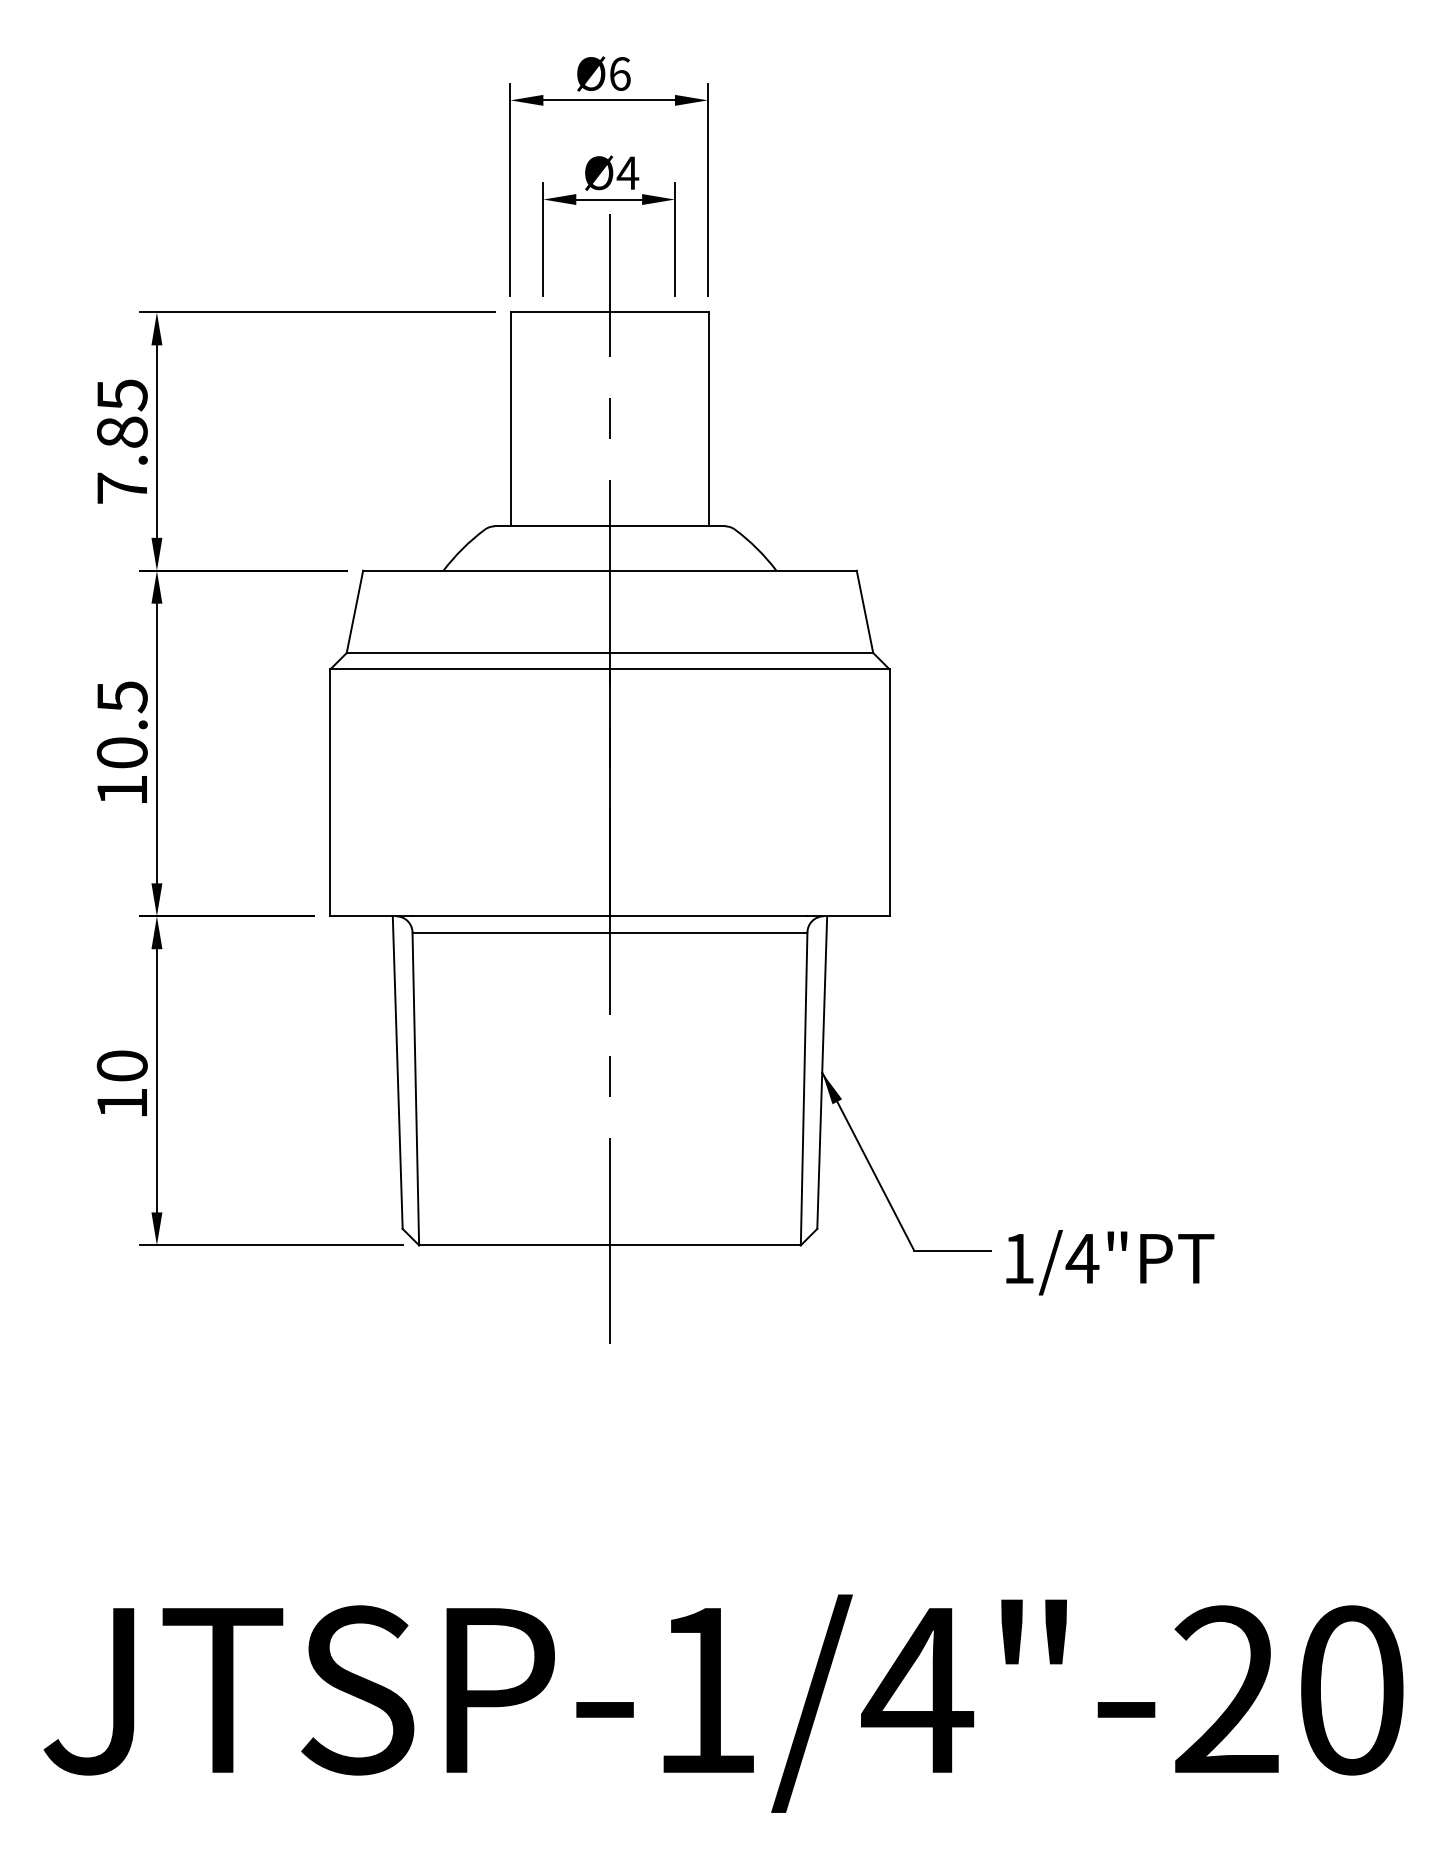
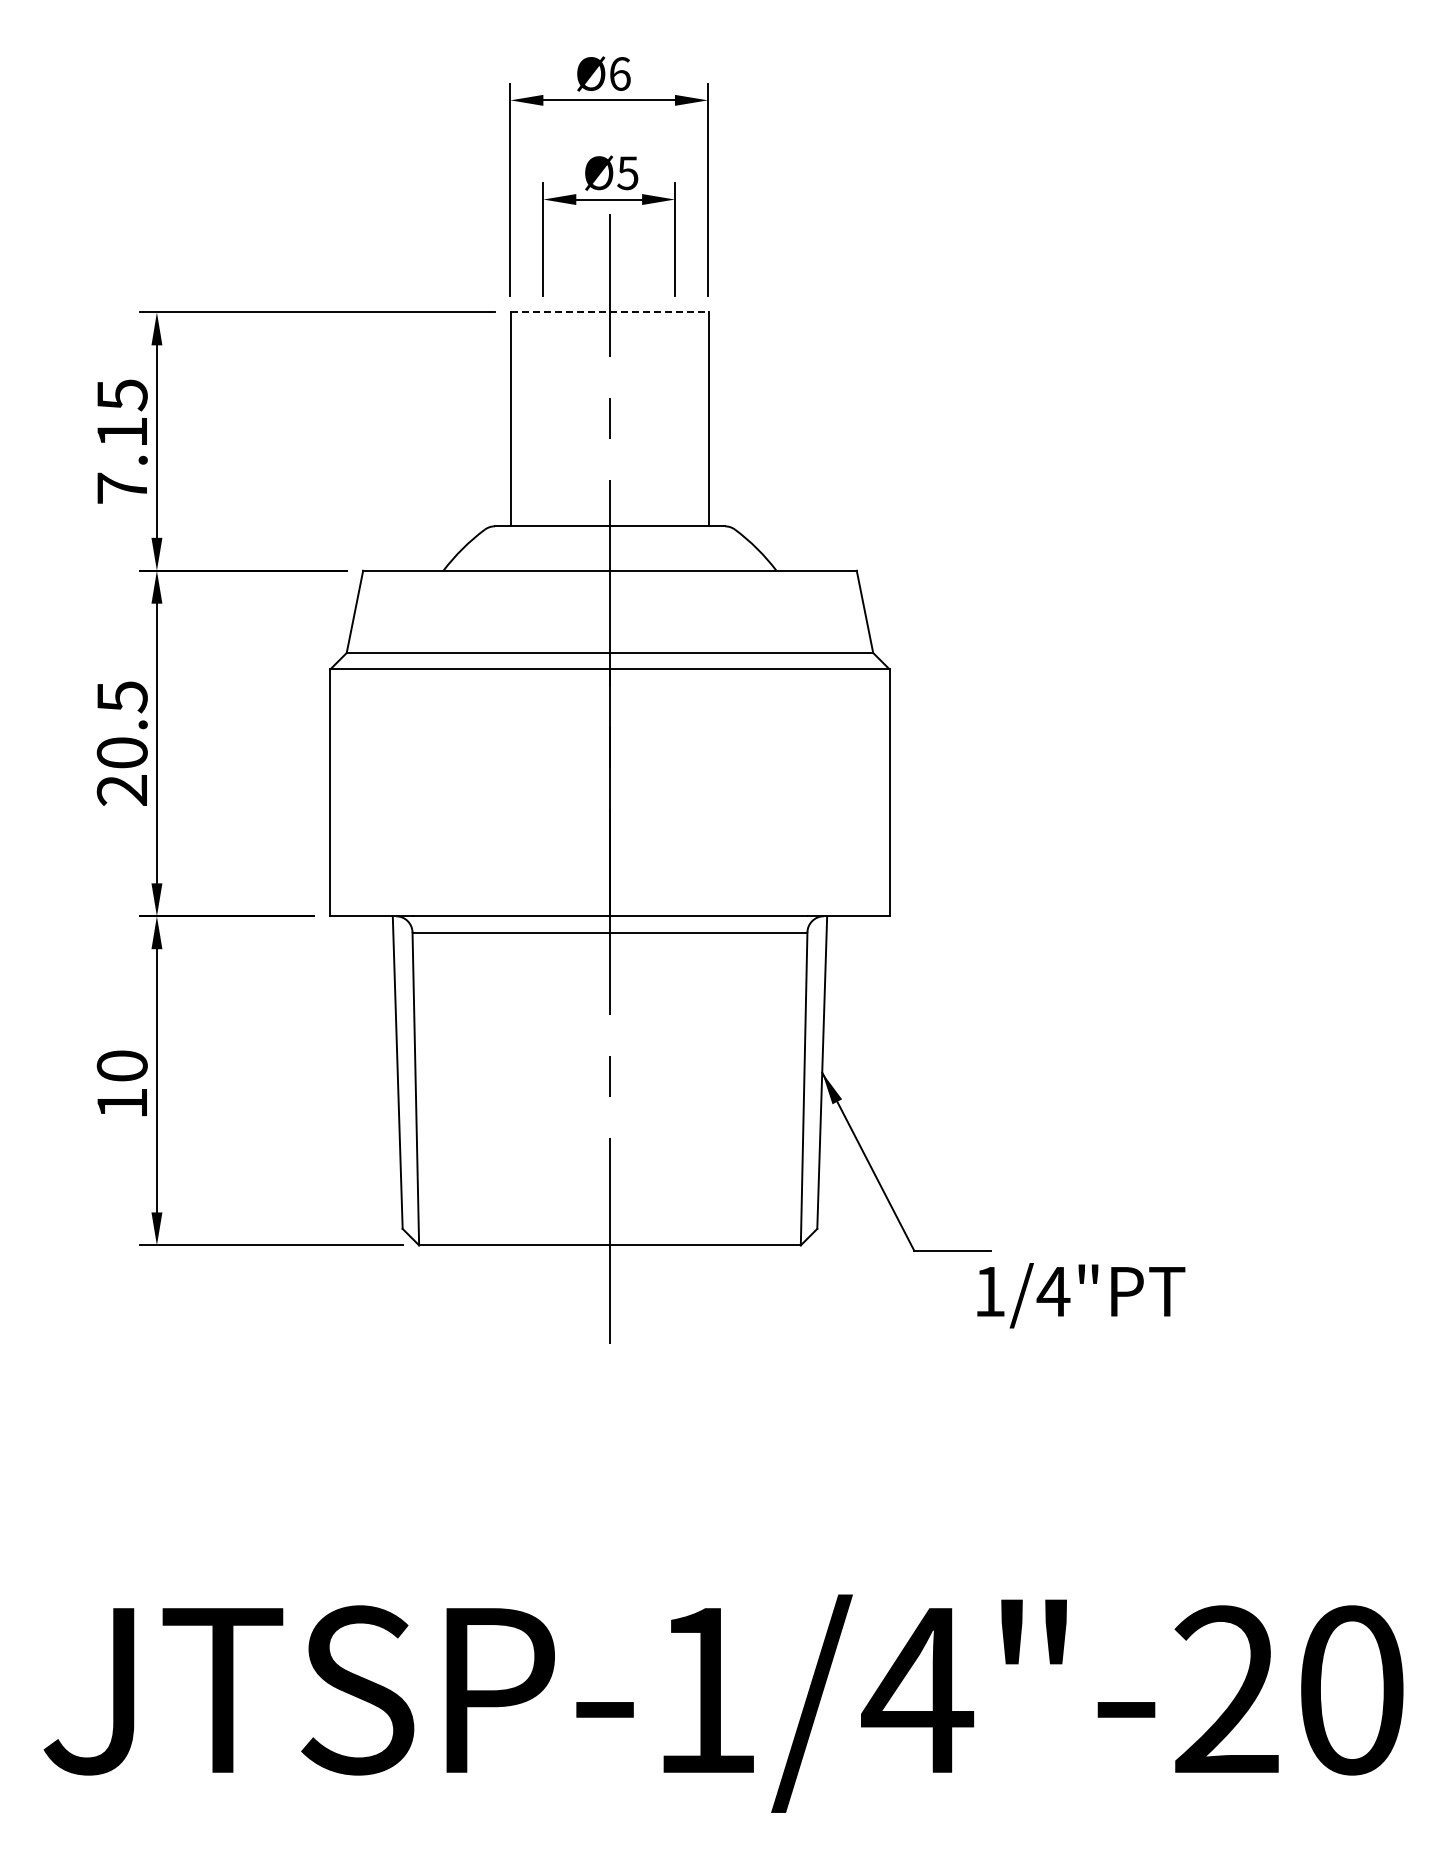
text at (627, 173): Ø4 -> Ø5
line at (609, 312): solid -> dashed
text at (122, 431): 7.85 -> 7.15
text at (121, 790): 10.5 -> 20.5
text at (1110, 1262) position: (1110, 1262) -> (1081, 1295)
